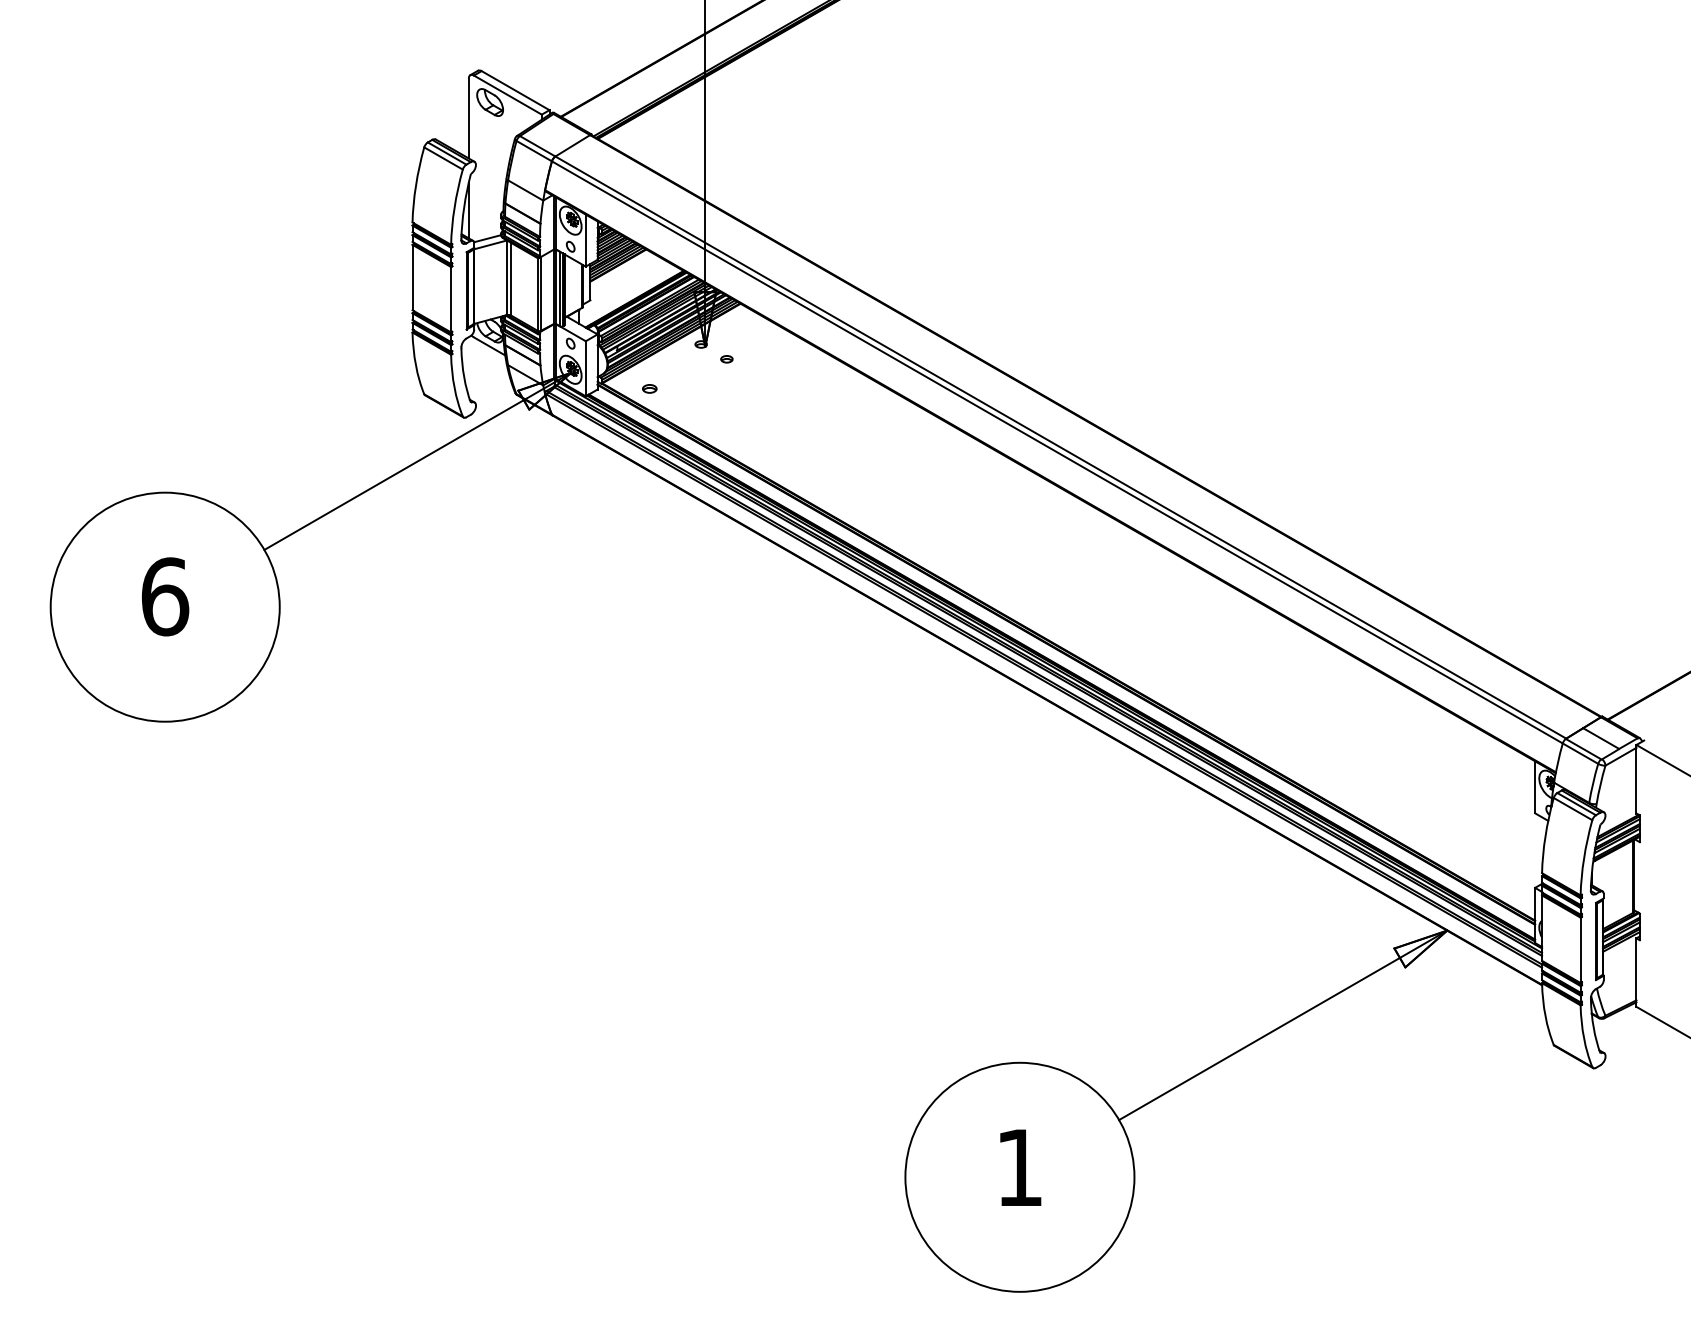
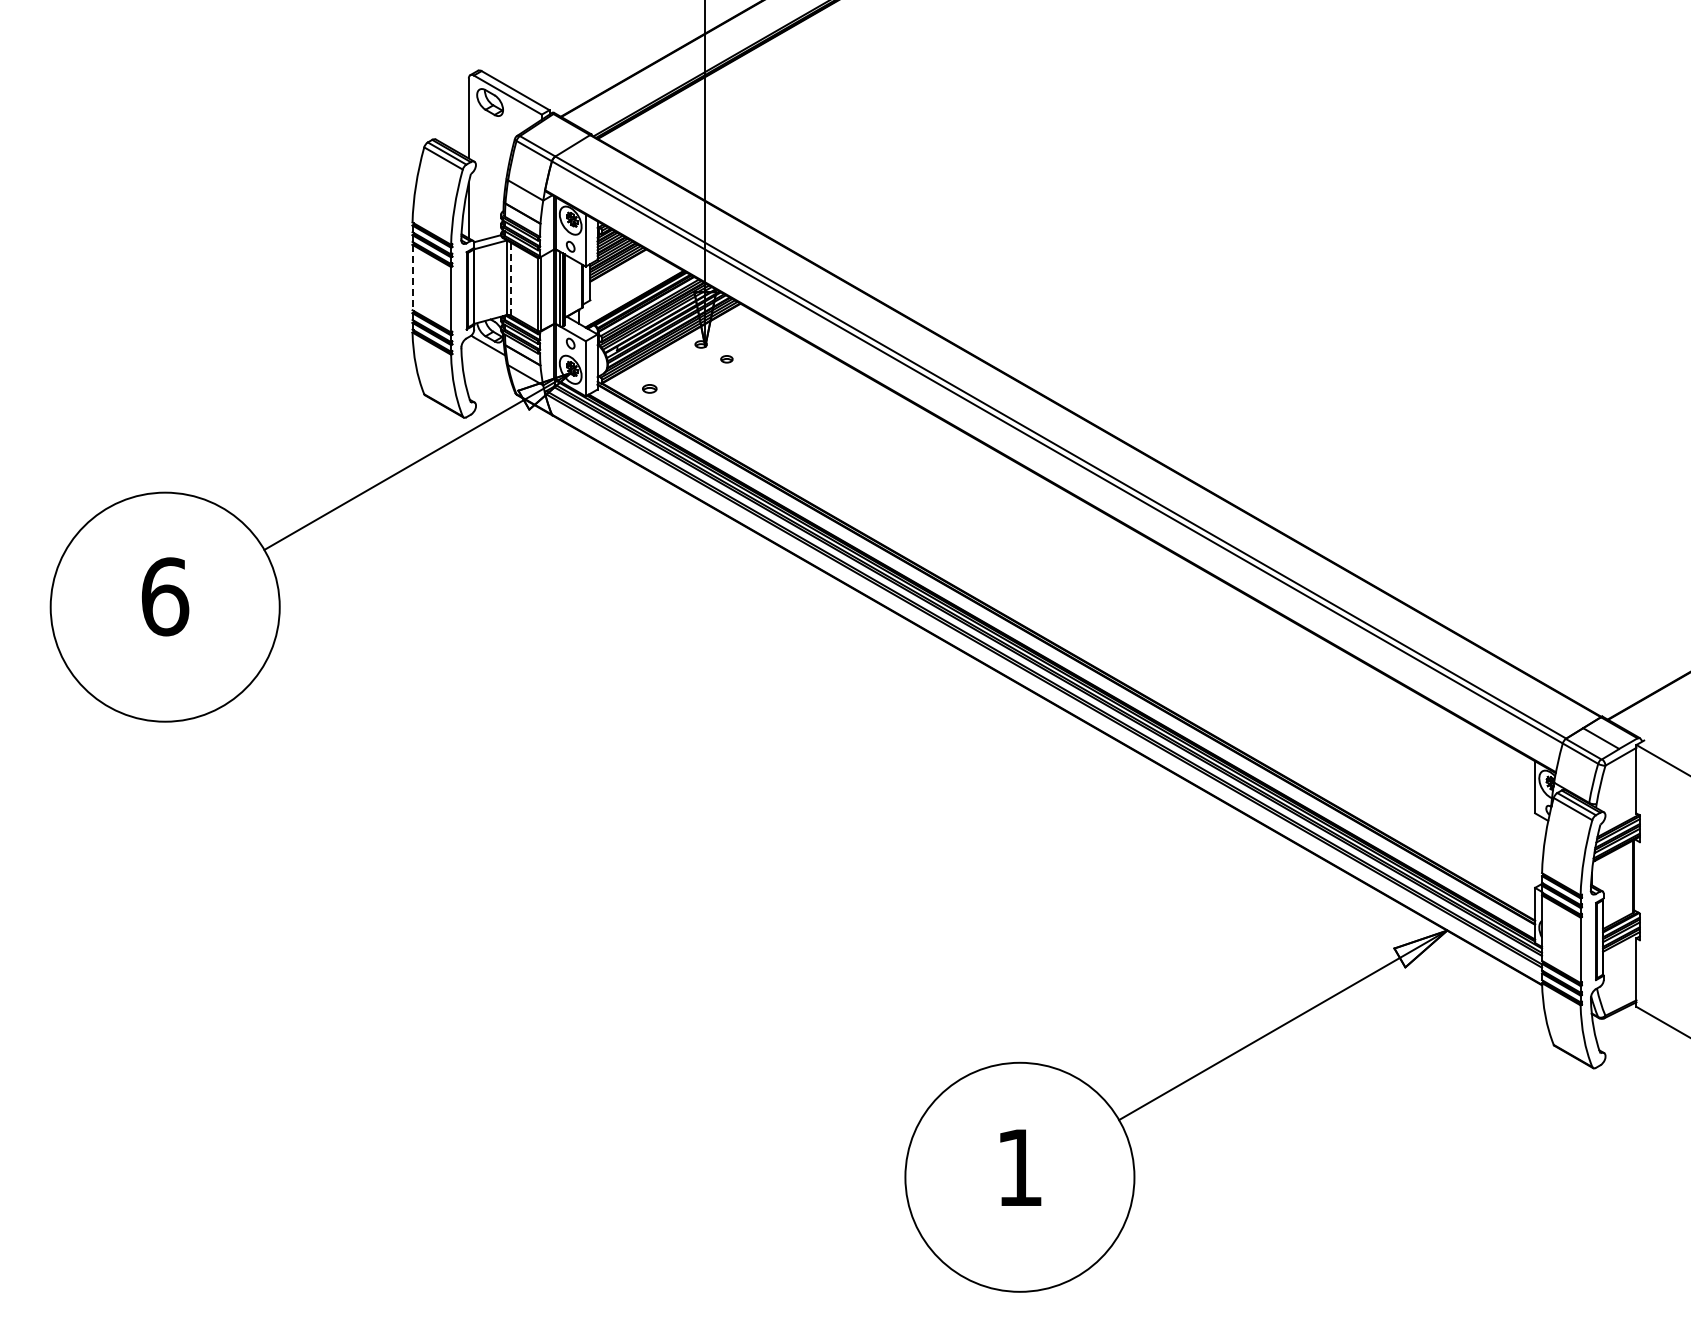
line at (412, 277): solid -> dashed
line at (511, 278): solid -> dashed
